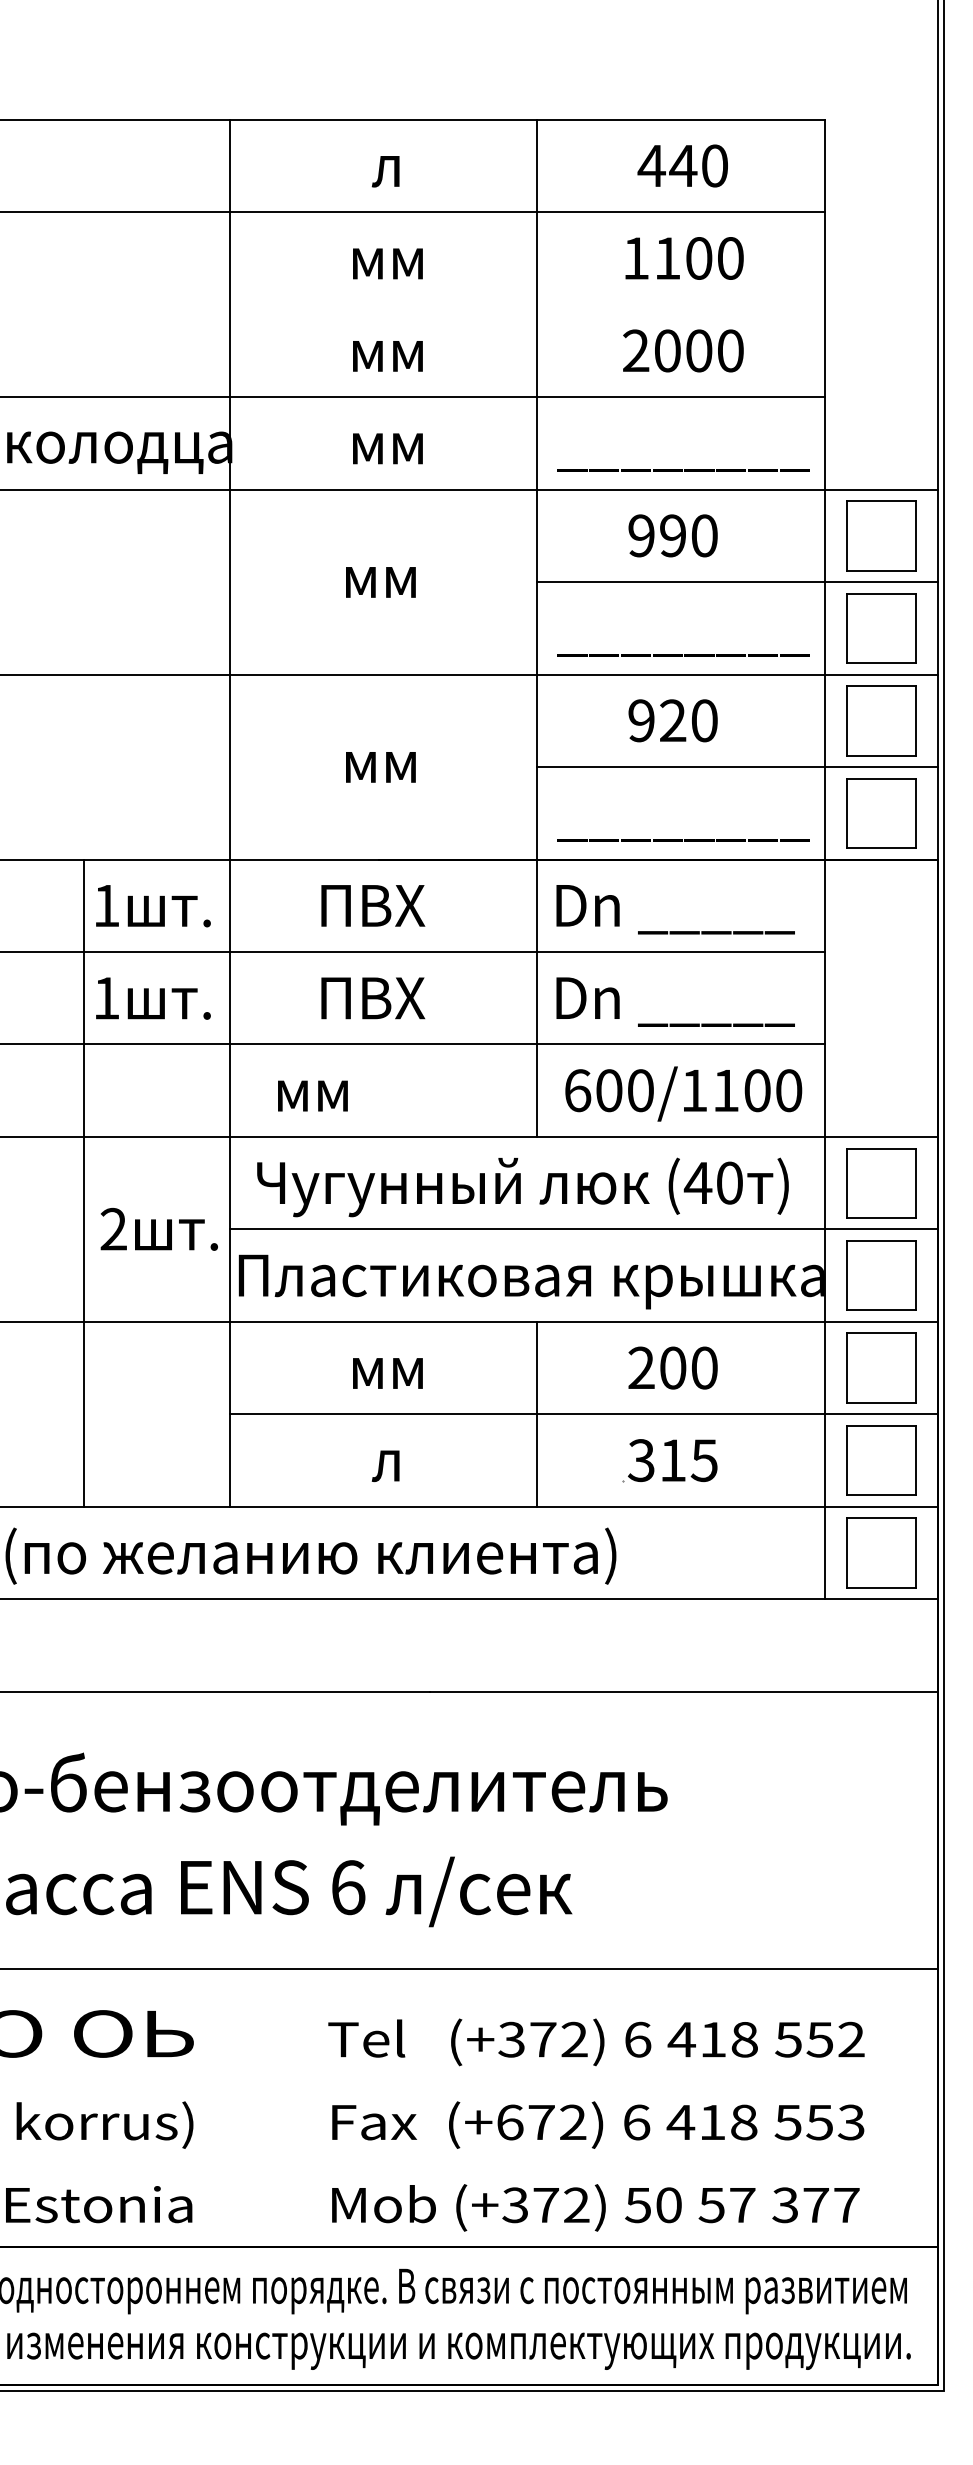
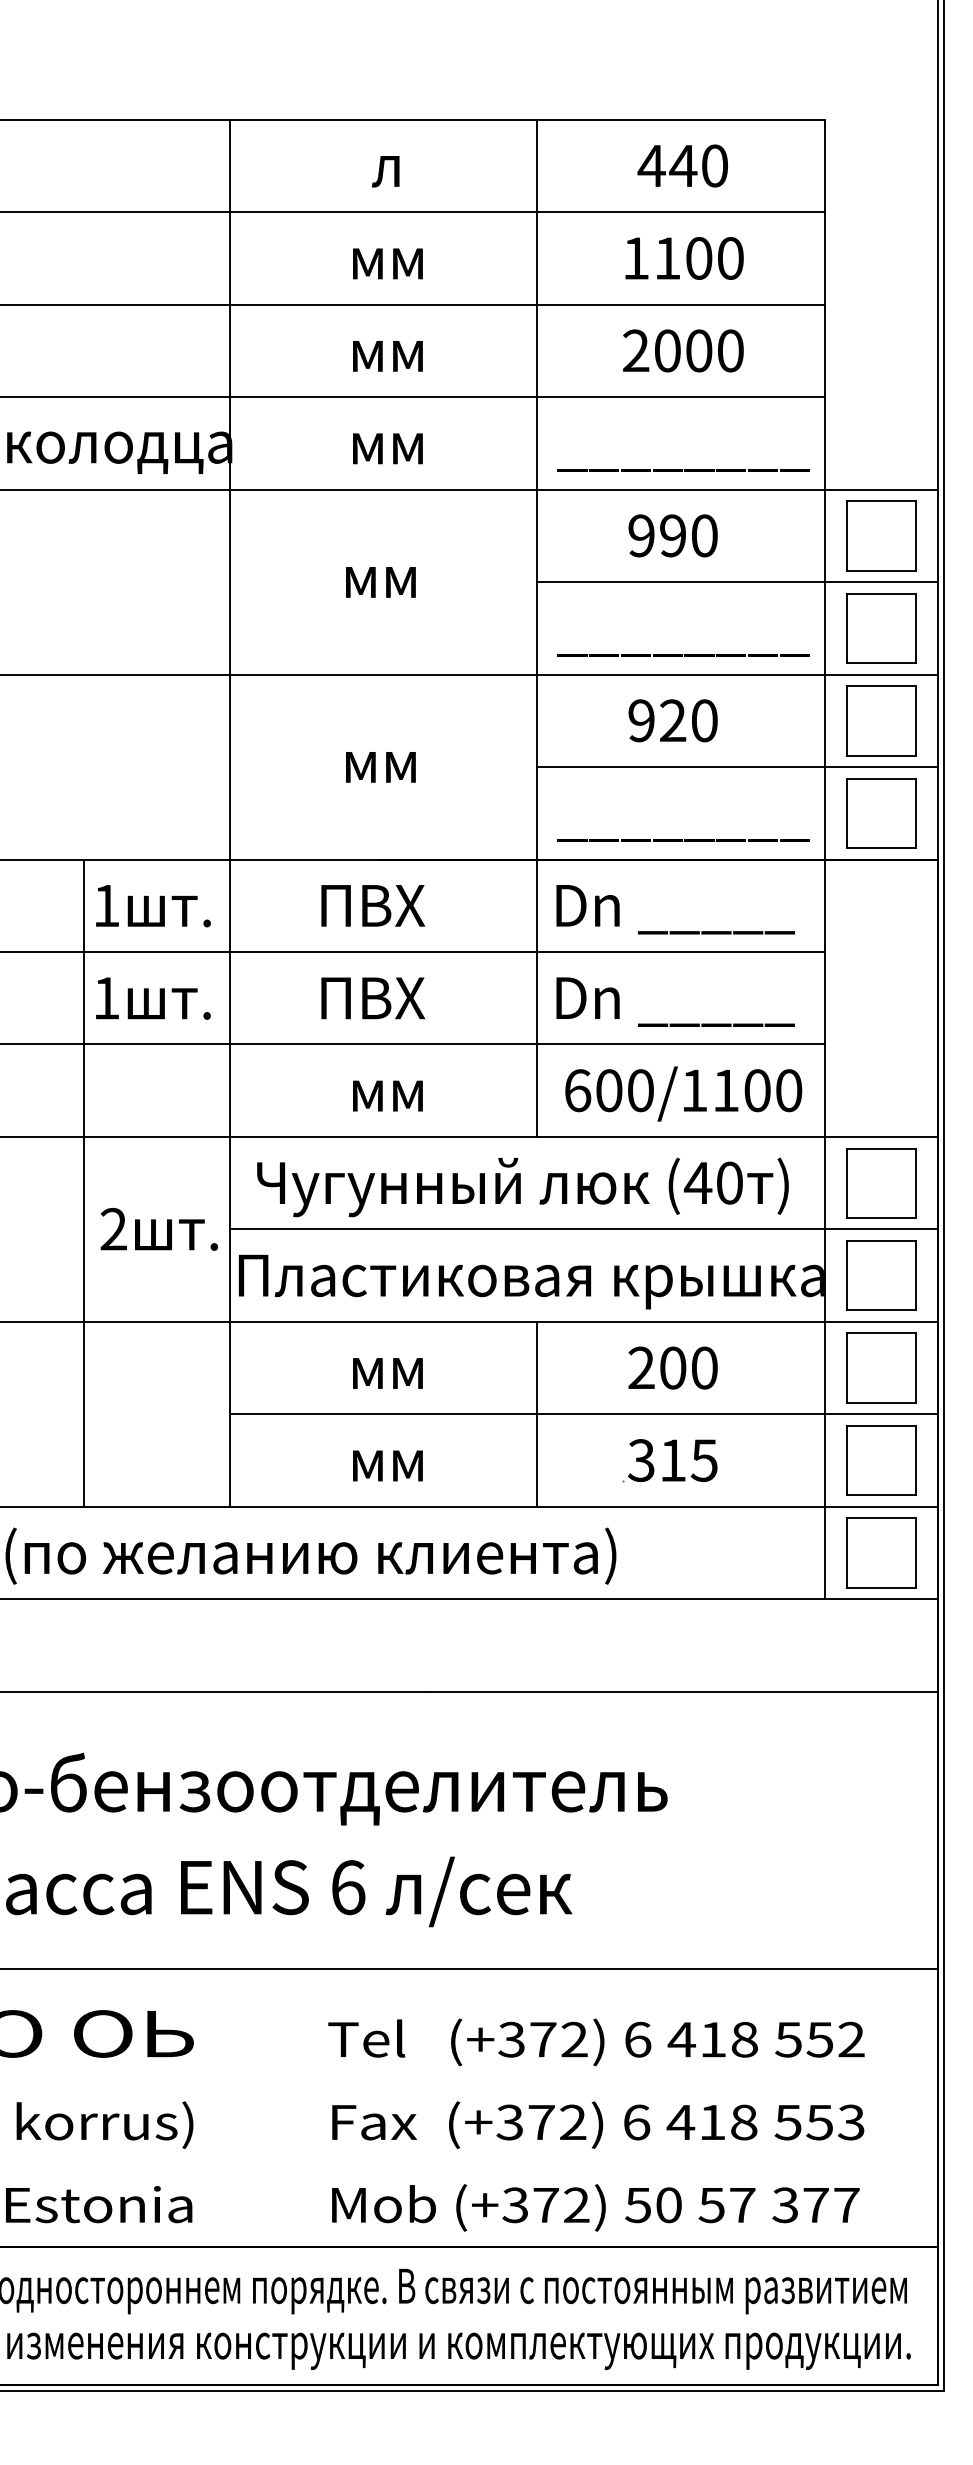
line at (413, 304): none -> present
text at (312, 1095) position: (312, 1095) -> (387, 1095)
text at (387, 1466): л -> мм
text at (509, 2122): (+672) -> (+372)
